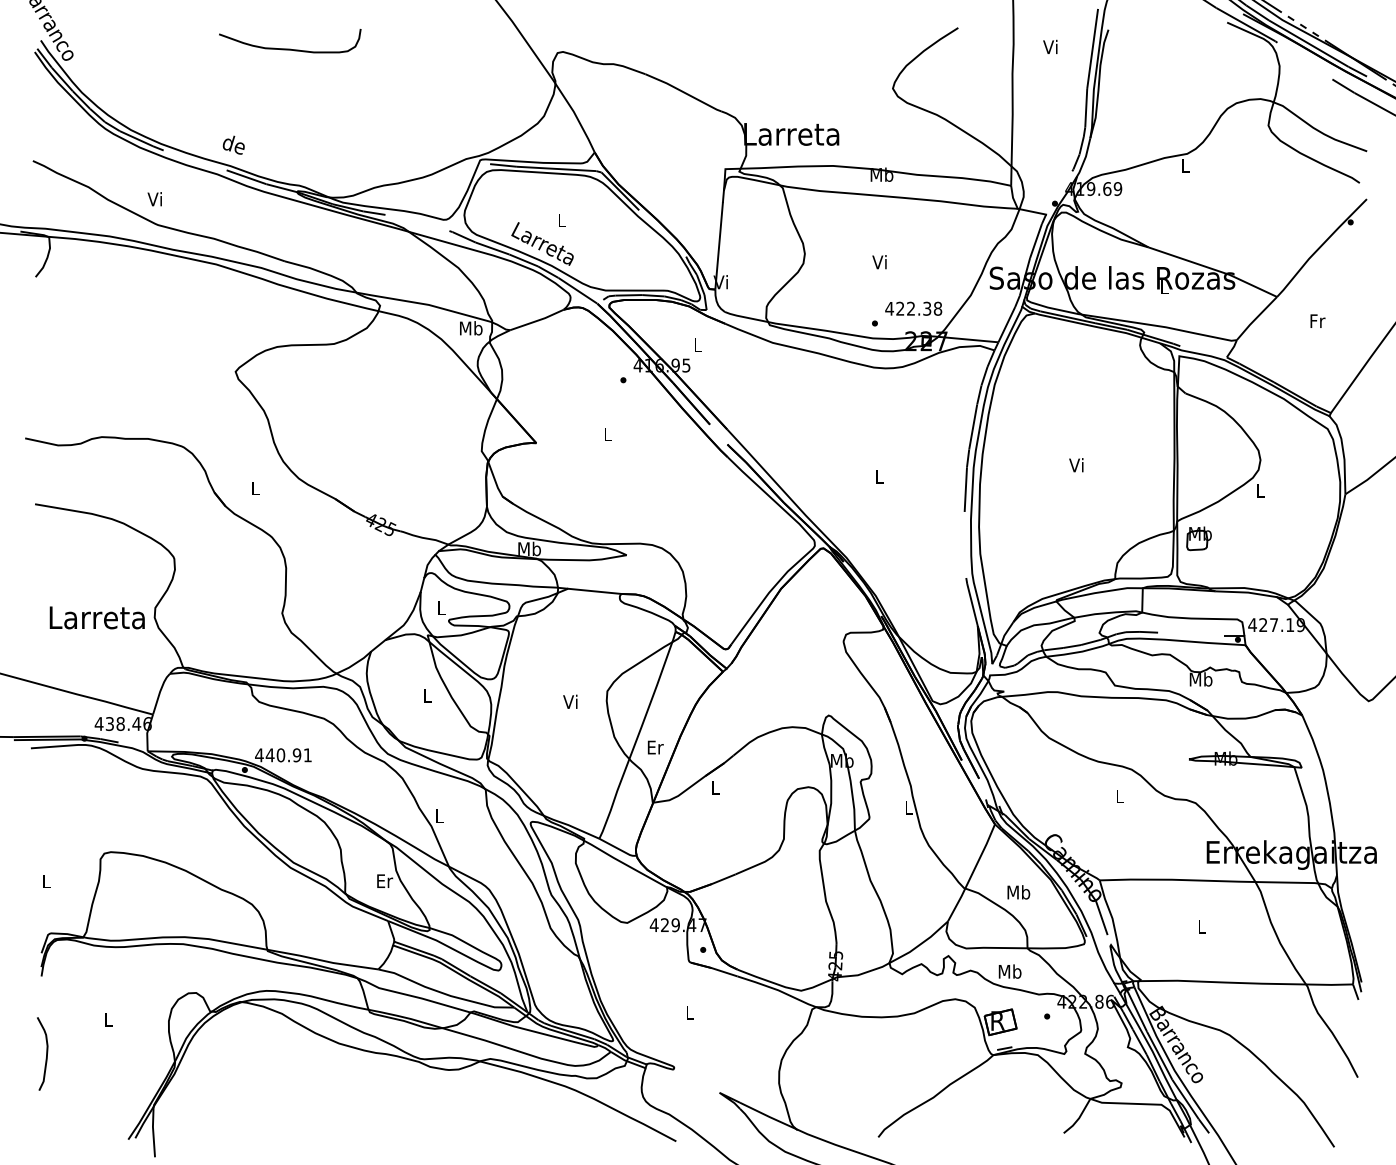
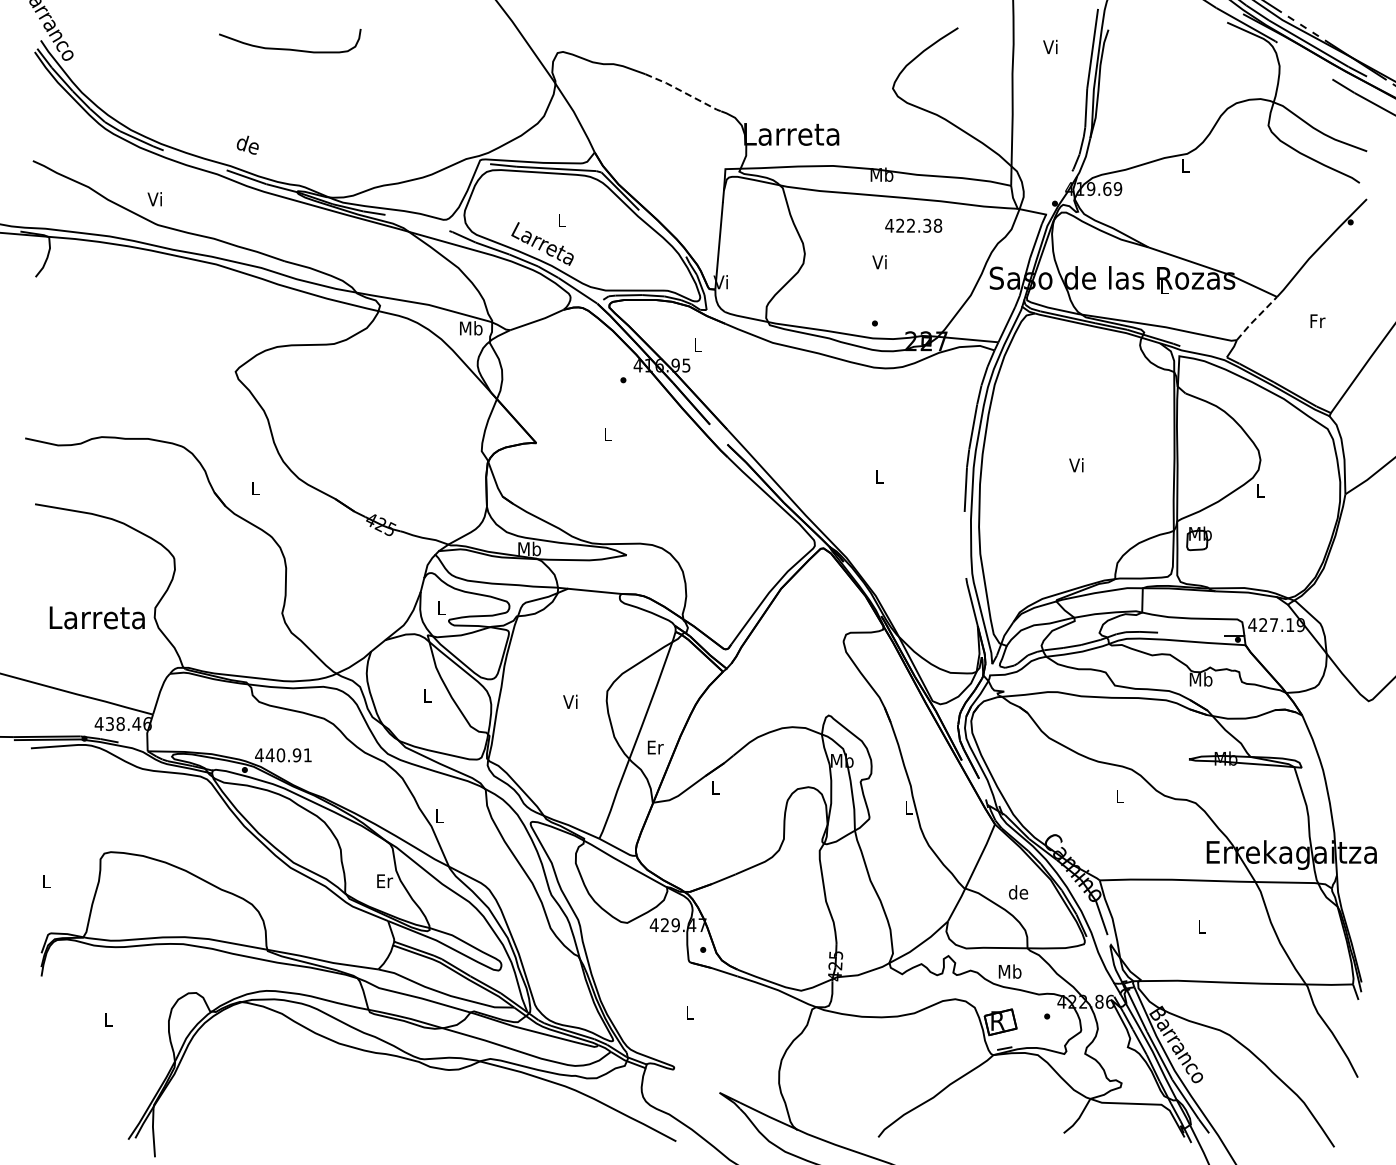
line at (683, 92): solid -> dashed
text at (233, 144) position: (233, 144) -> (247, 144)
text at (913, 308) position: (913, 308) -> (913, 225)
line at (1256, 318): solid -> dashed
text at (1018, 892): Mb -> de
curve at (46, 1053): present -> none
